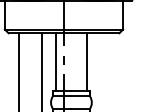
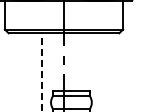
line at (55, 61): present -> none
line at (87, 61): present -> none
line at (19, 70): present -> none
line at (41, 72): solid -> dashed
